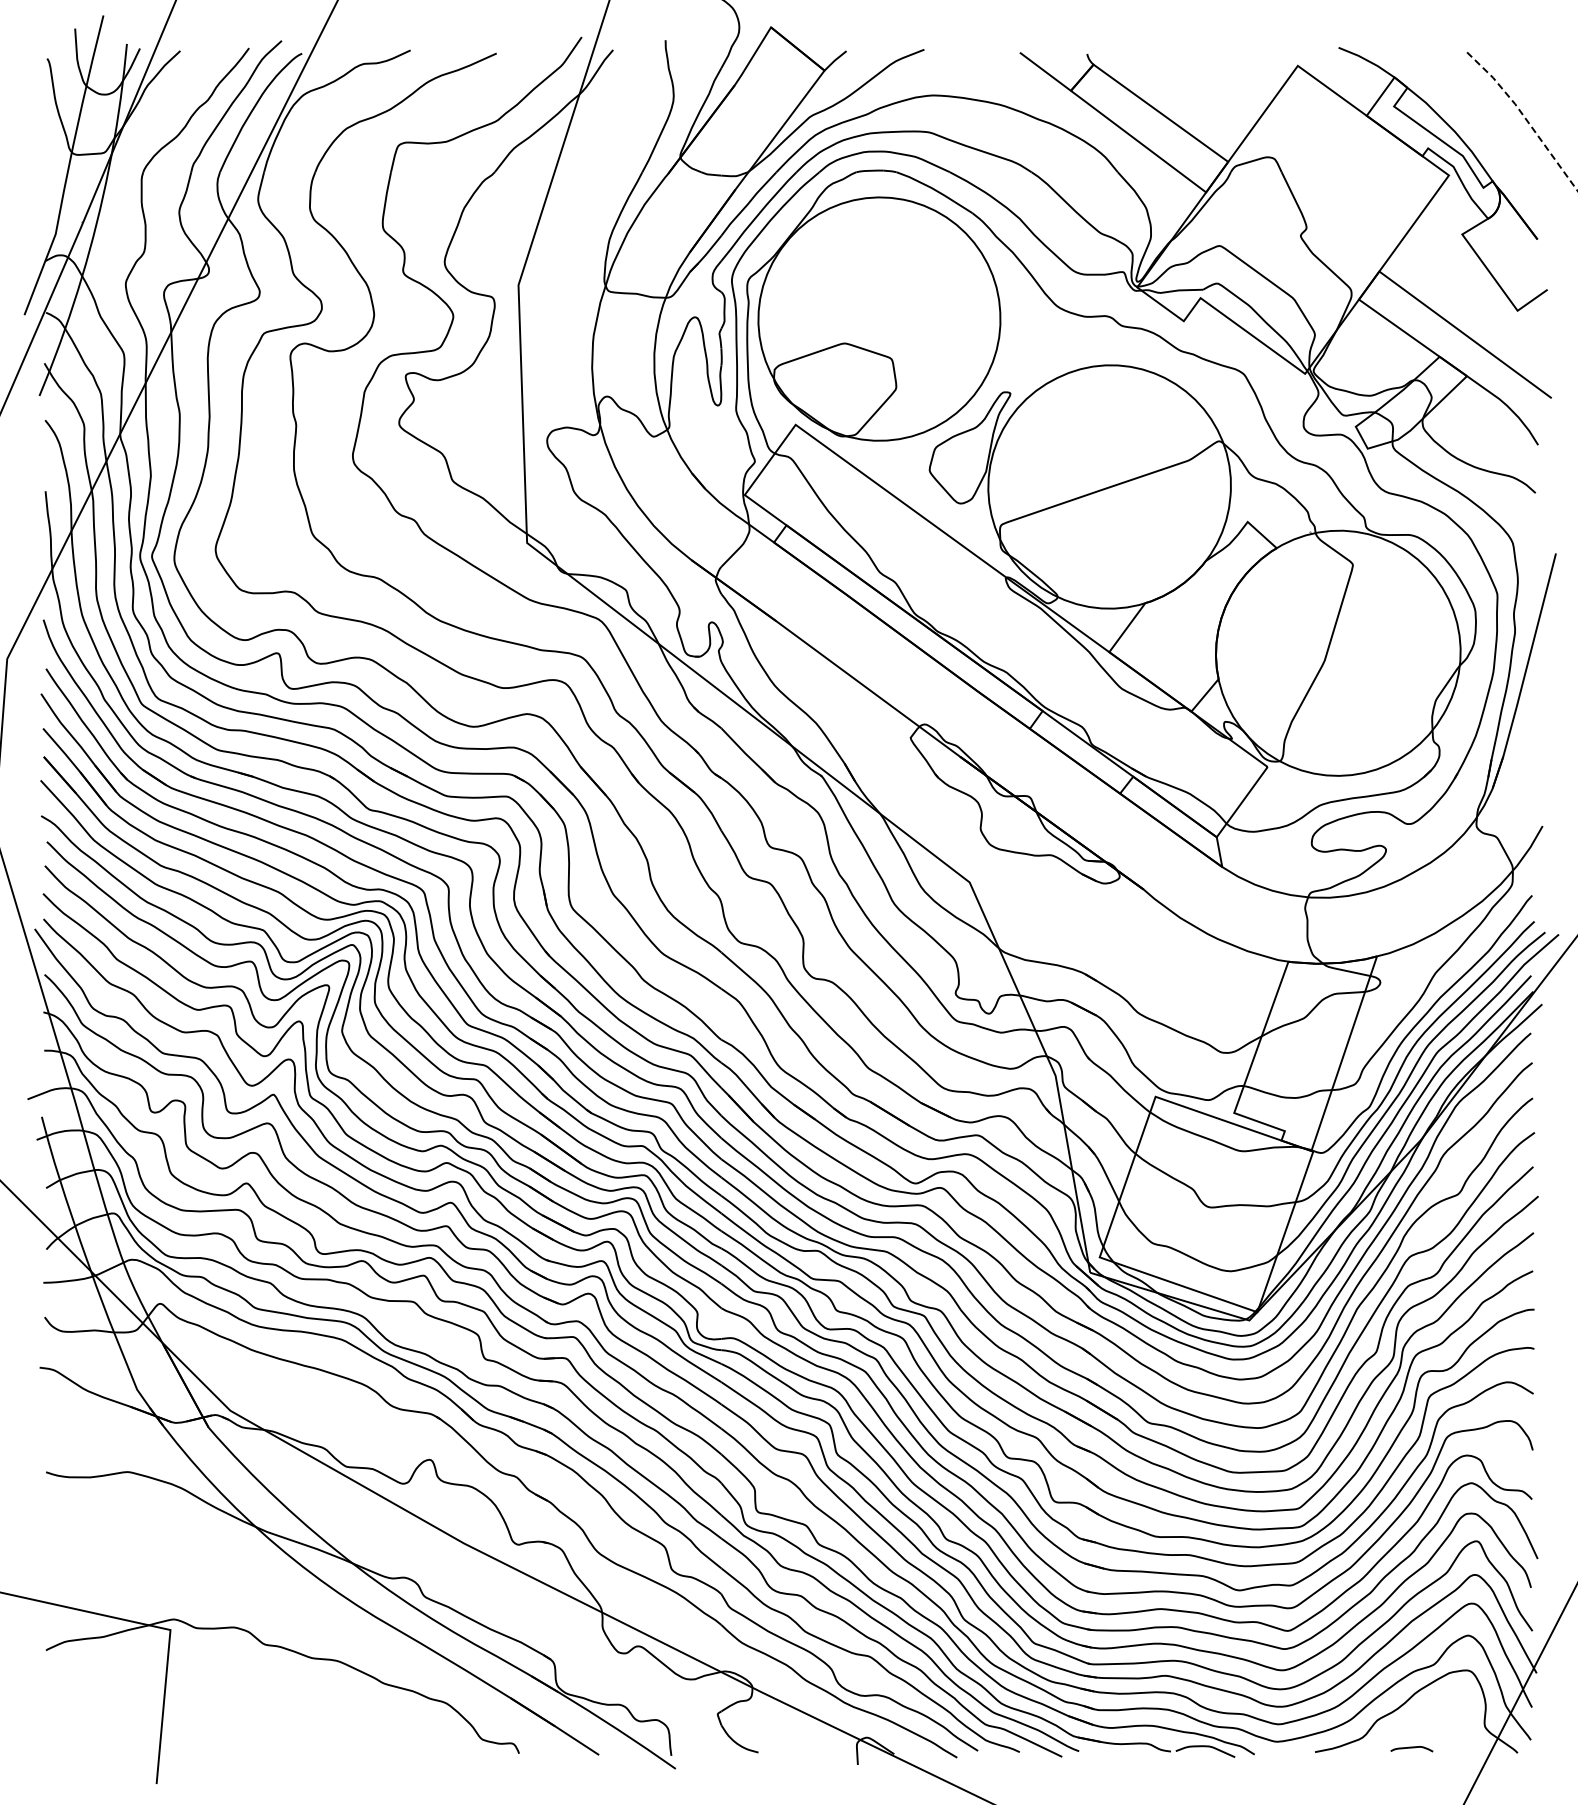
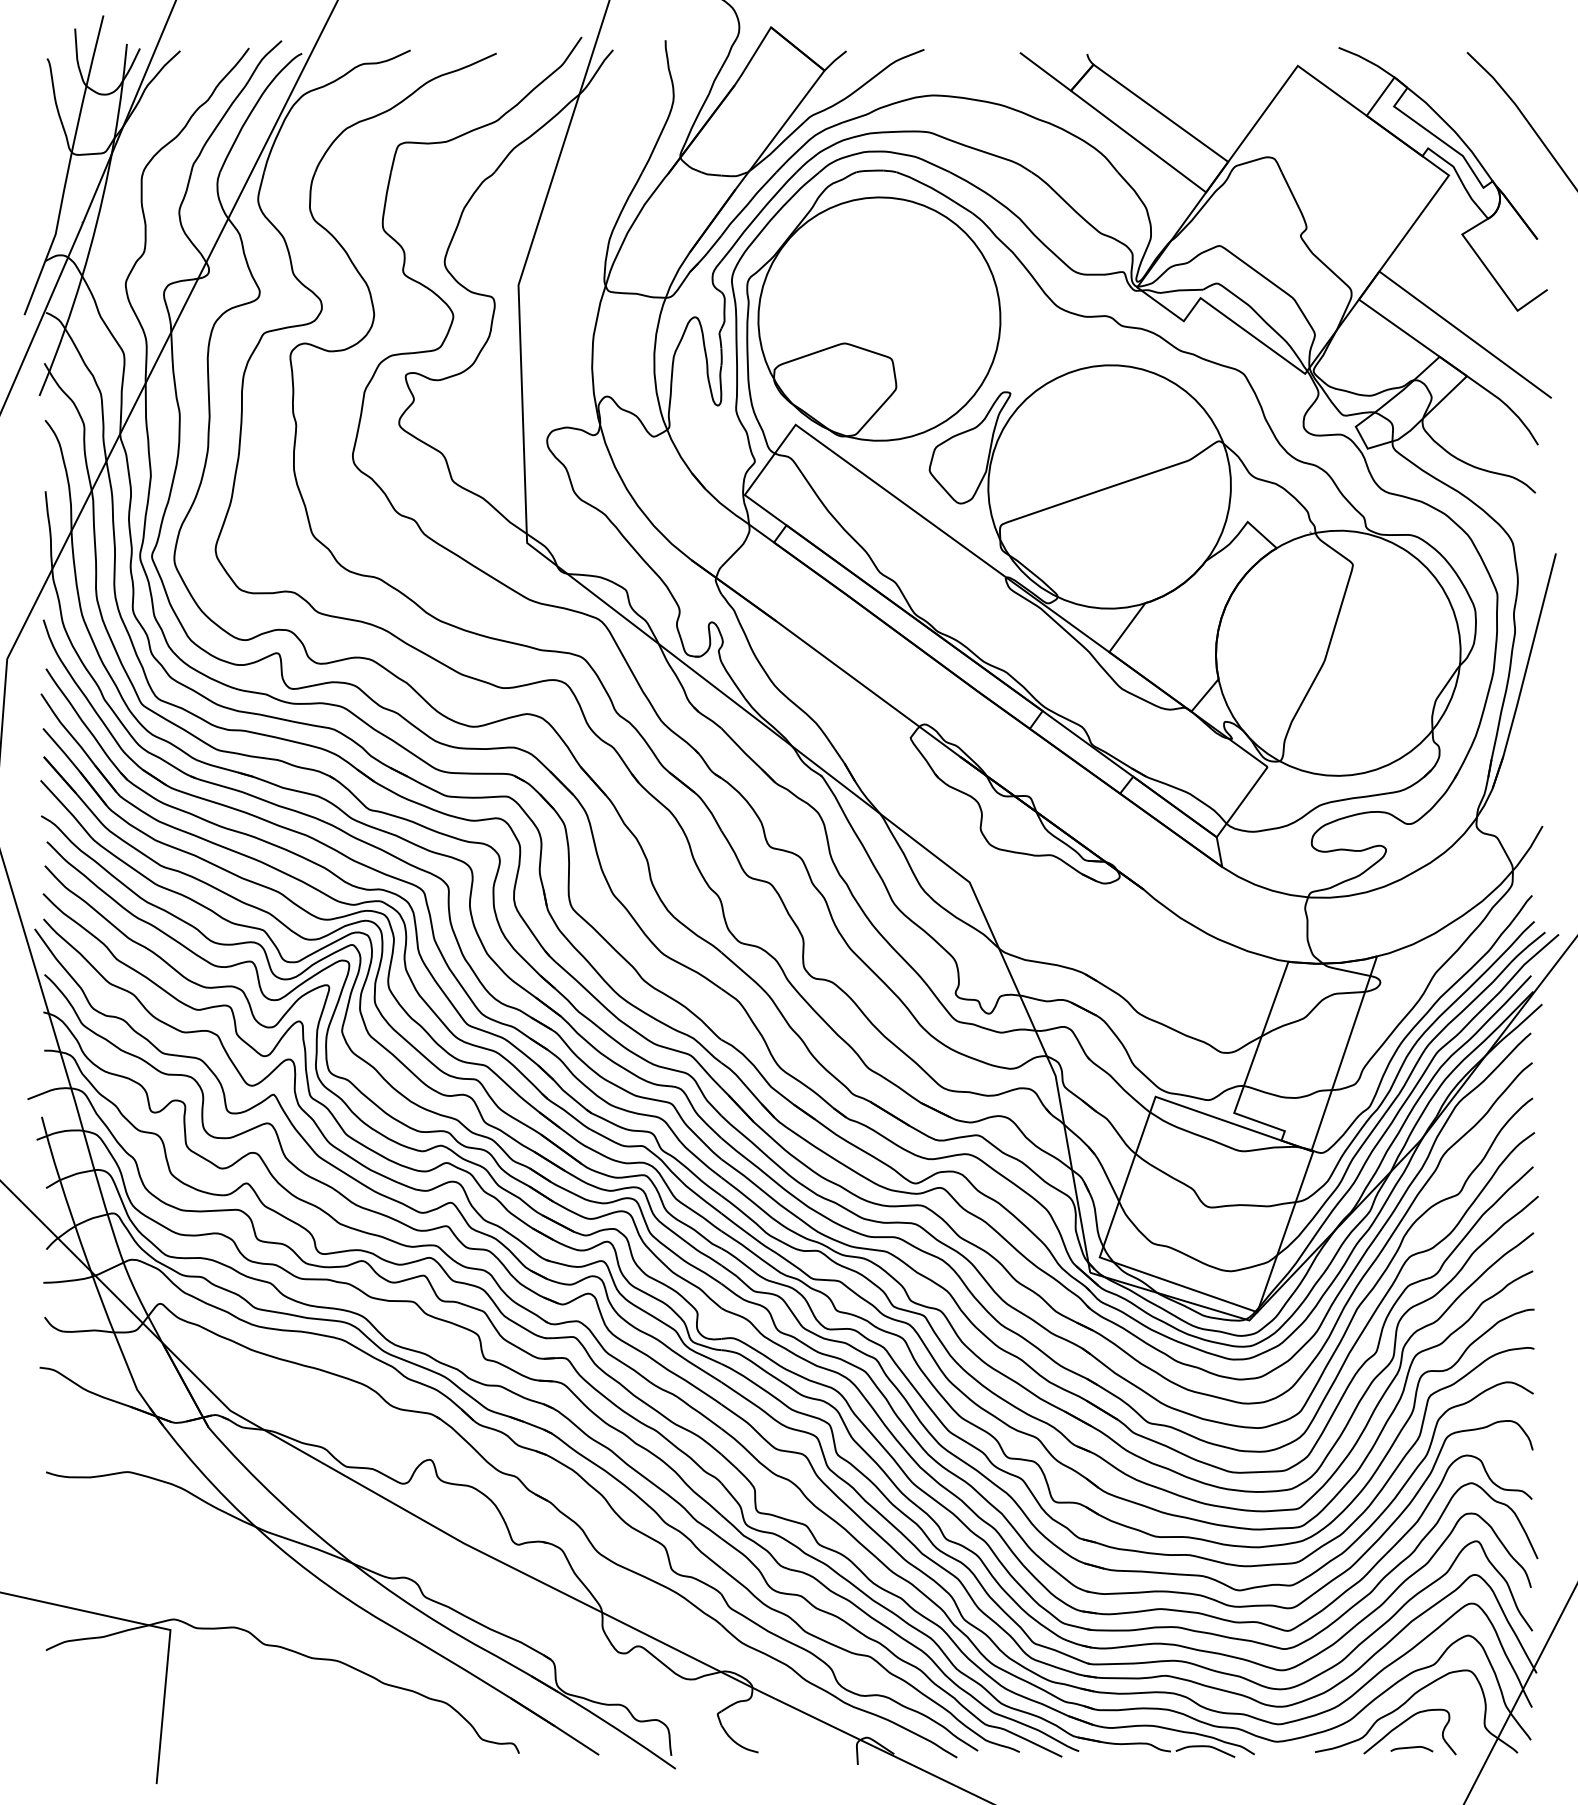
line at (1525, 117): dashed -> solid
curve at (1405, 1722): none -> present
